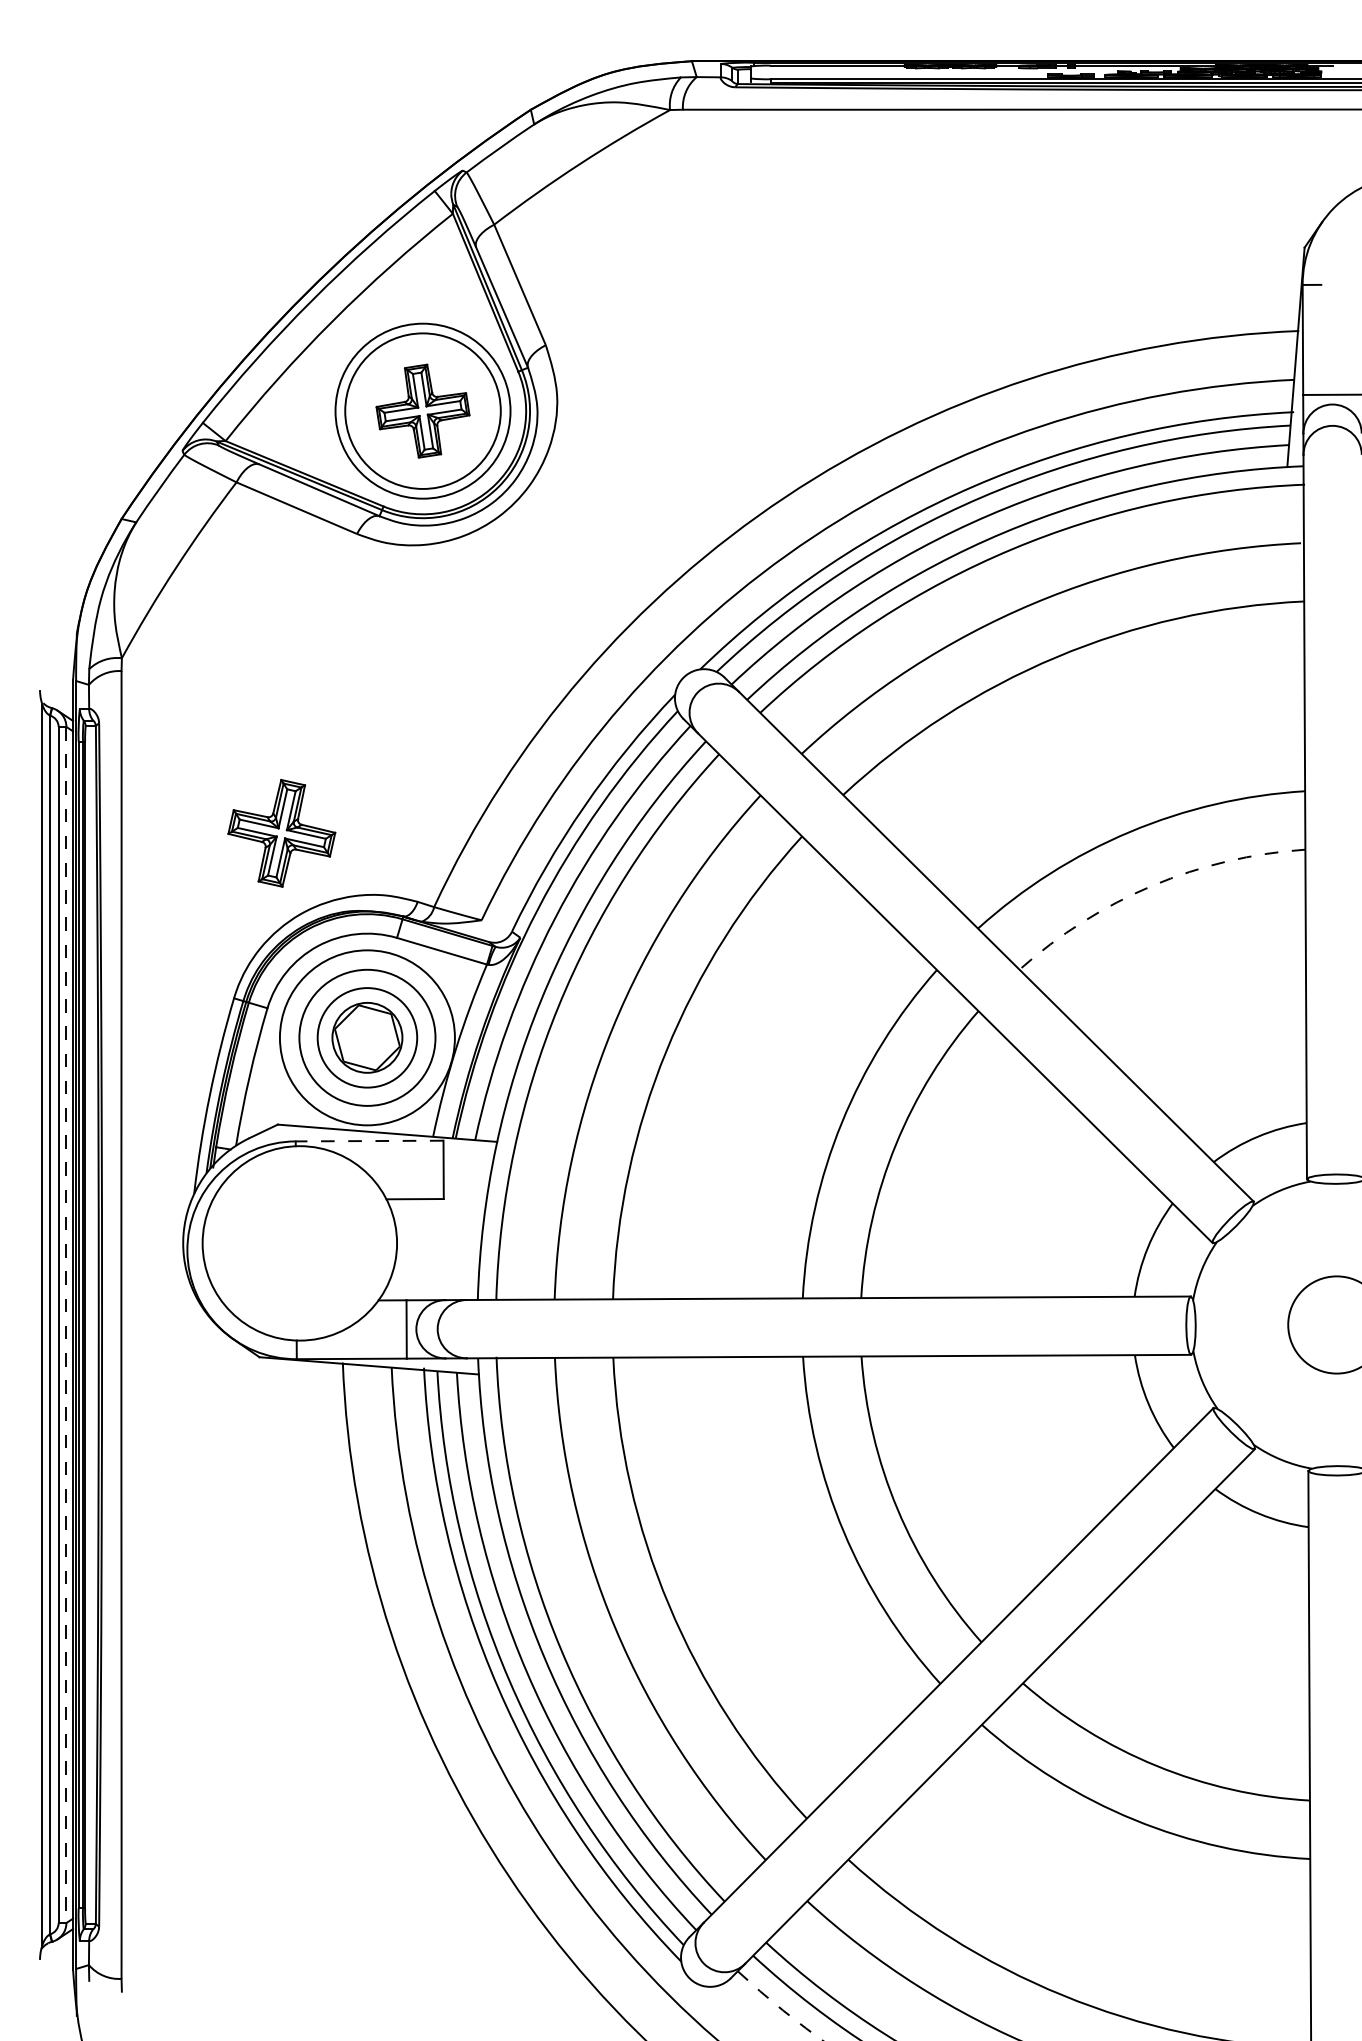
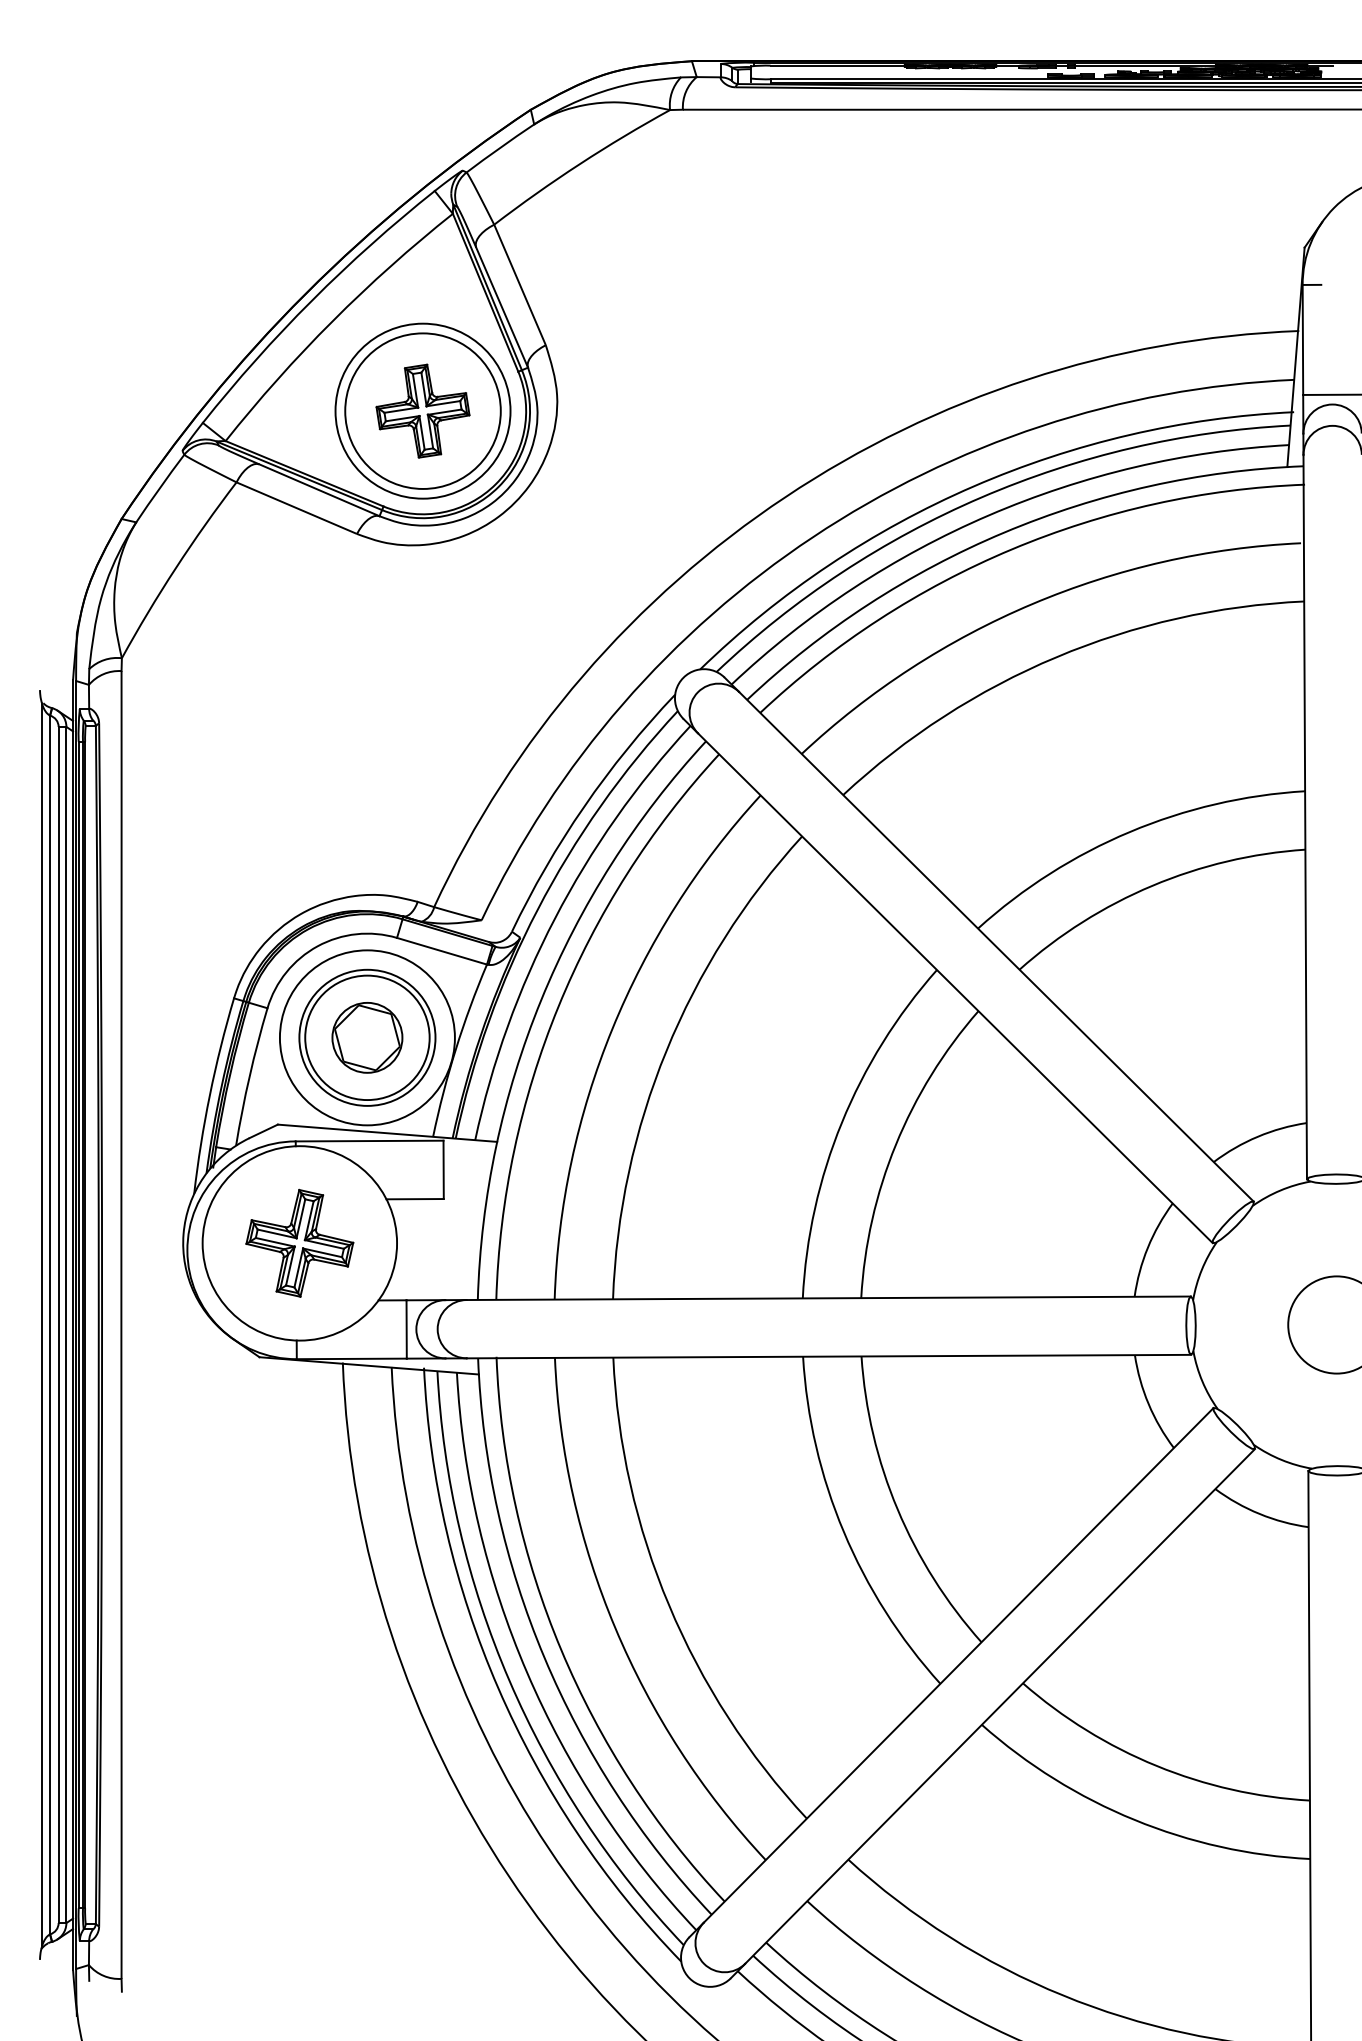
part at (281, 832) position: (281, 832) -> (299, 1242)
arc at (1152, 885): dashed -> solid
circle at (367, 1037) diameter: 100 px -> 124 px
line at (369, 1141): dashed -> solid
line at (66, 1325): dashed -> solid
arc at (779, 2007): dashed -> solid
